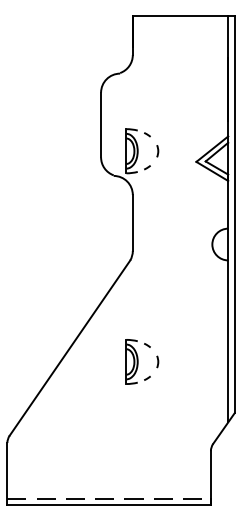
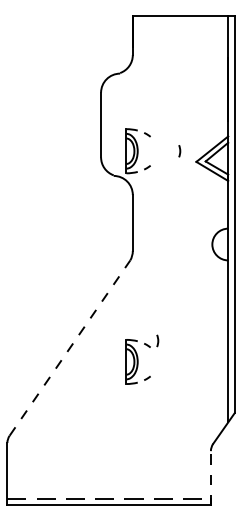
curve at (157, 151) position: (157, 151) -> (179, 151)
line at (70, 347): solid -> dashed
curve at (157, 361) position: (157, 361) -> (157, 340)
line at (210, 477): solid -> dashed
